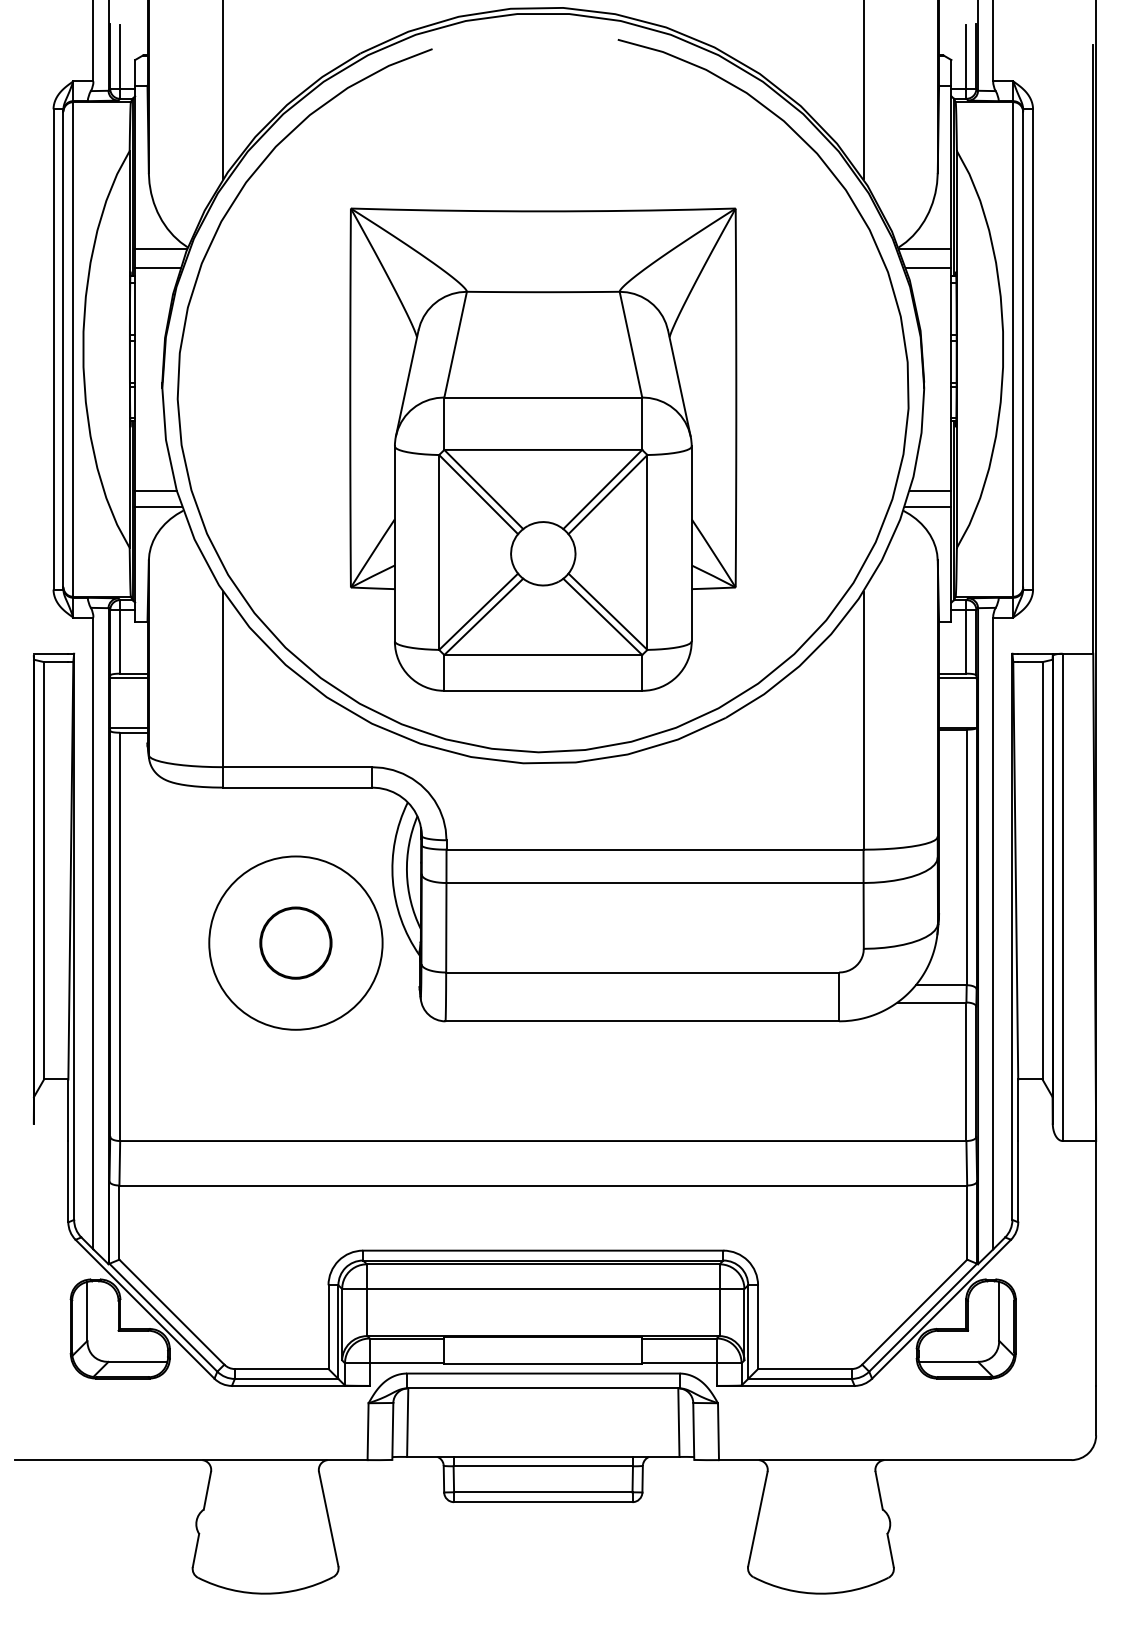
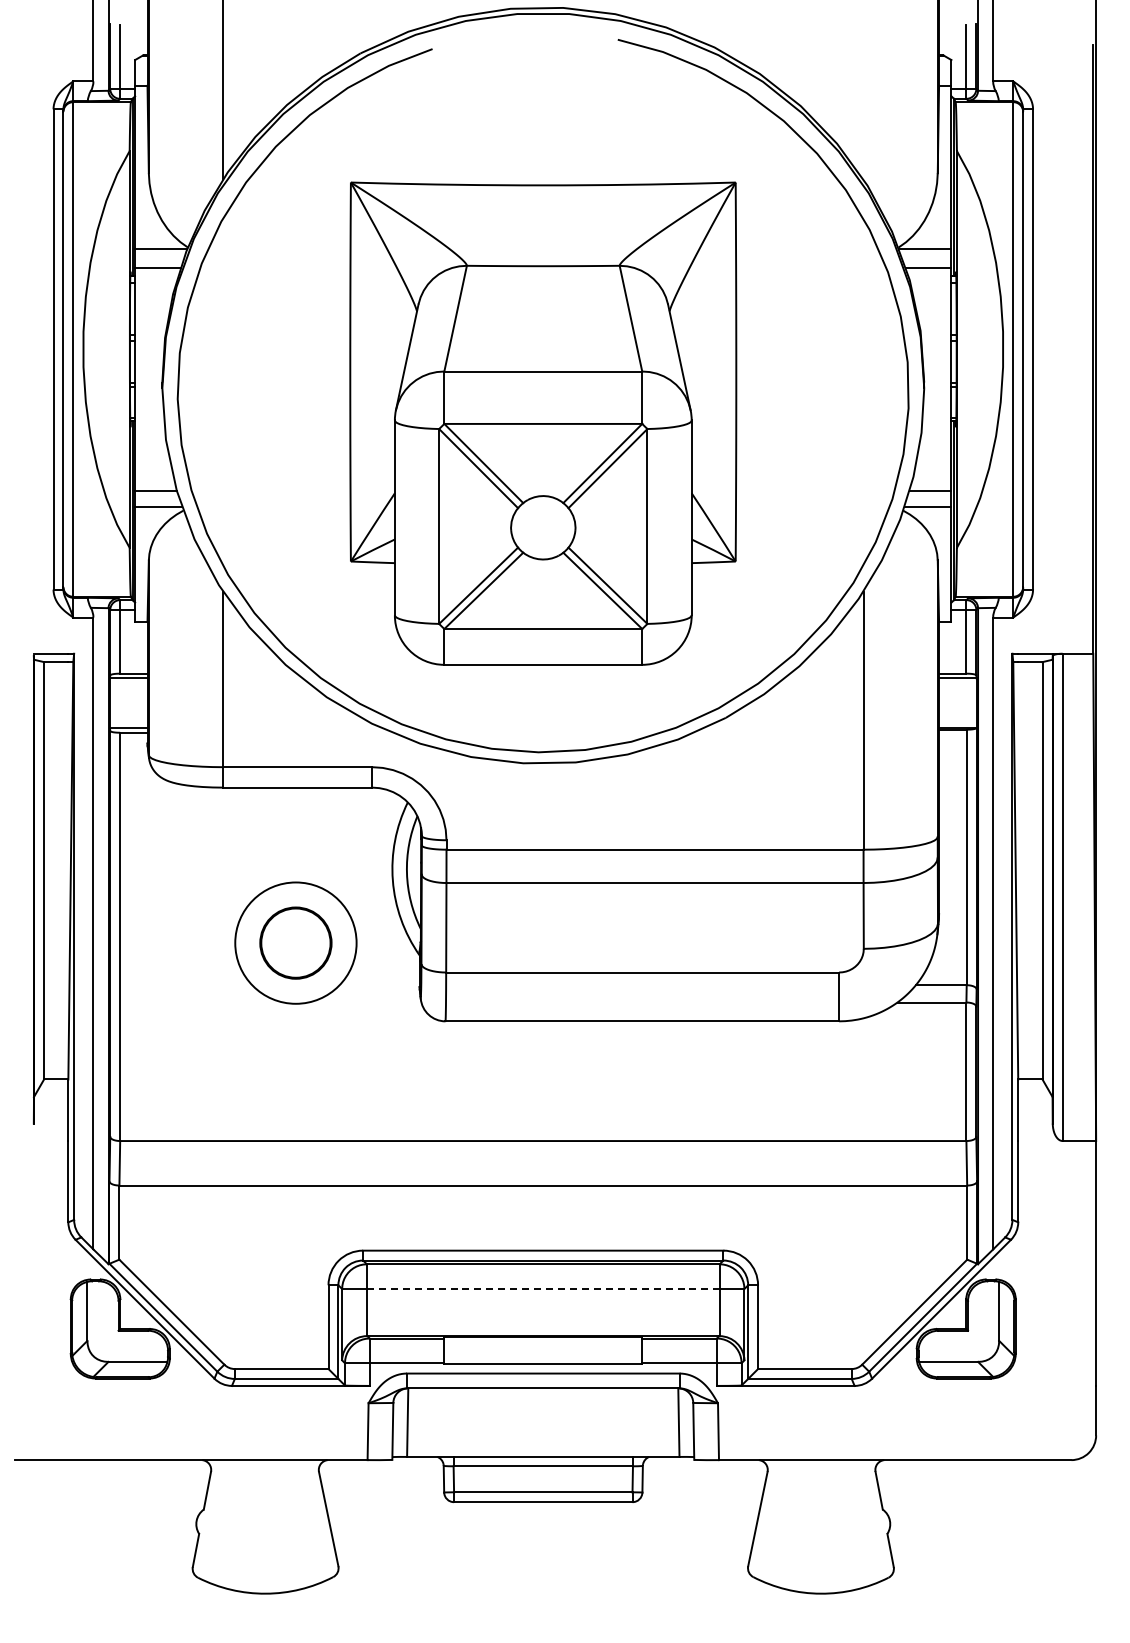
line at (863, 90): present -> none
part at (543, 449) position: (543, 449) -> (543, 423)
circle at (295, 942) diameter: 173 px -> 121 px
line at (543, 1289): solid -> dashed
